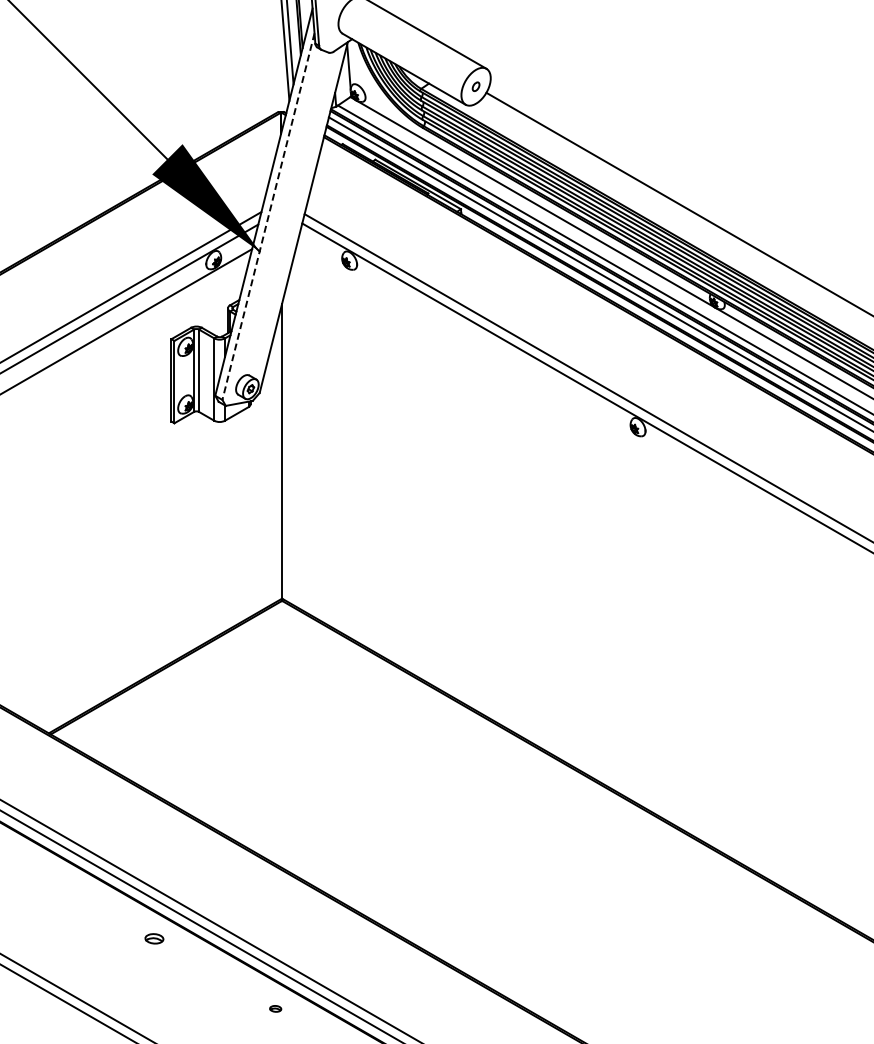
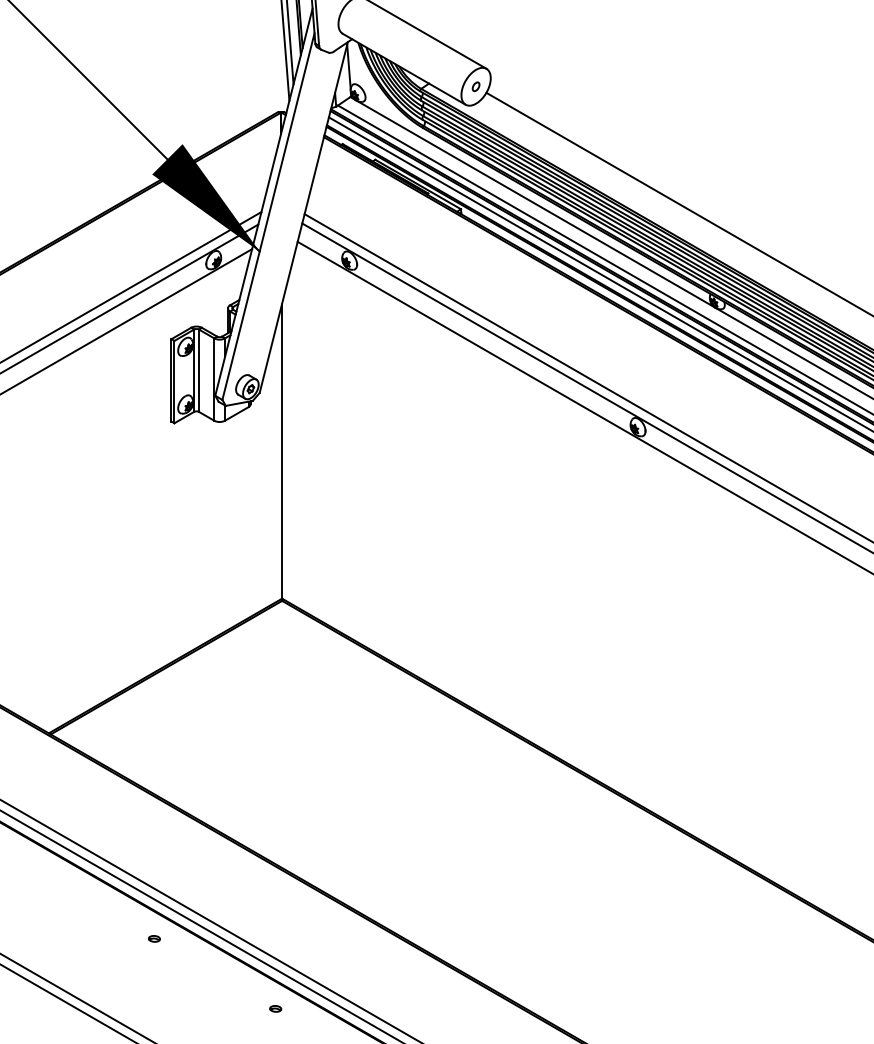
line at (268, 217): dashed -> solid
line at (583, 406): none -> present
part at (154, 938) size: 21x12 px -> 13x8 px
